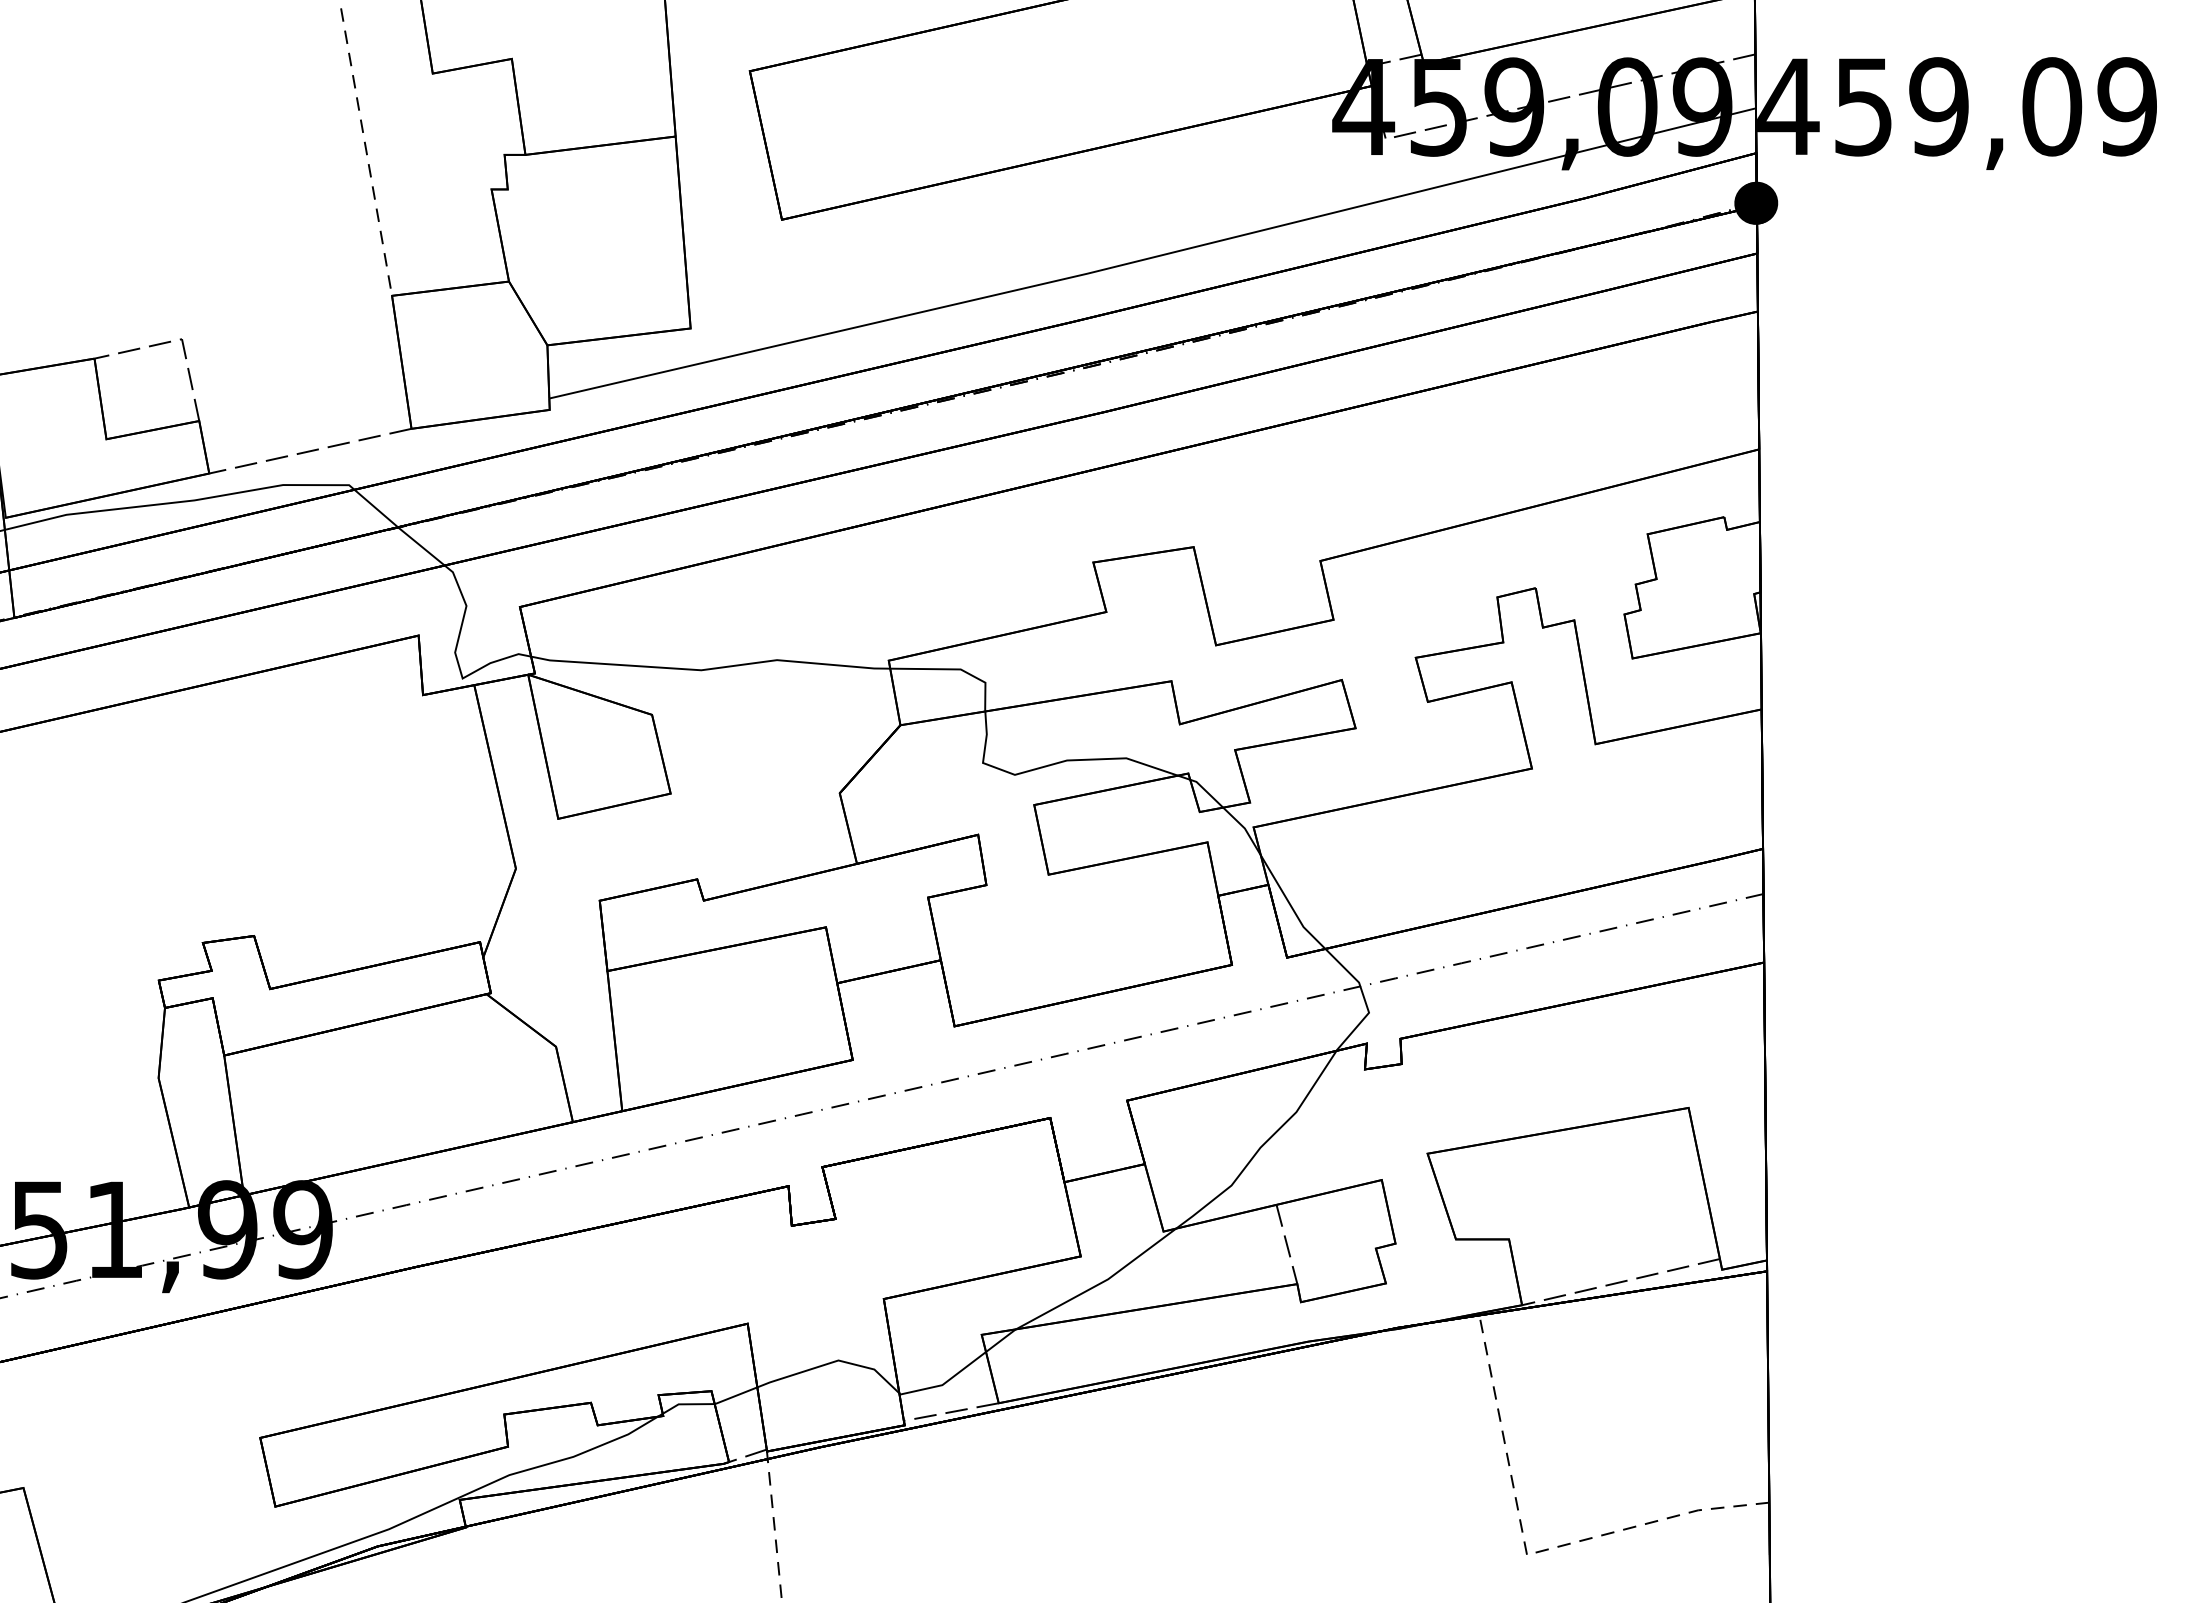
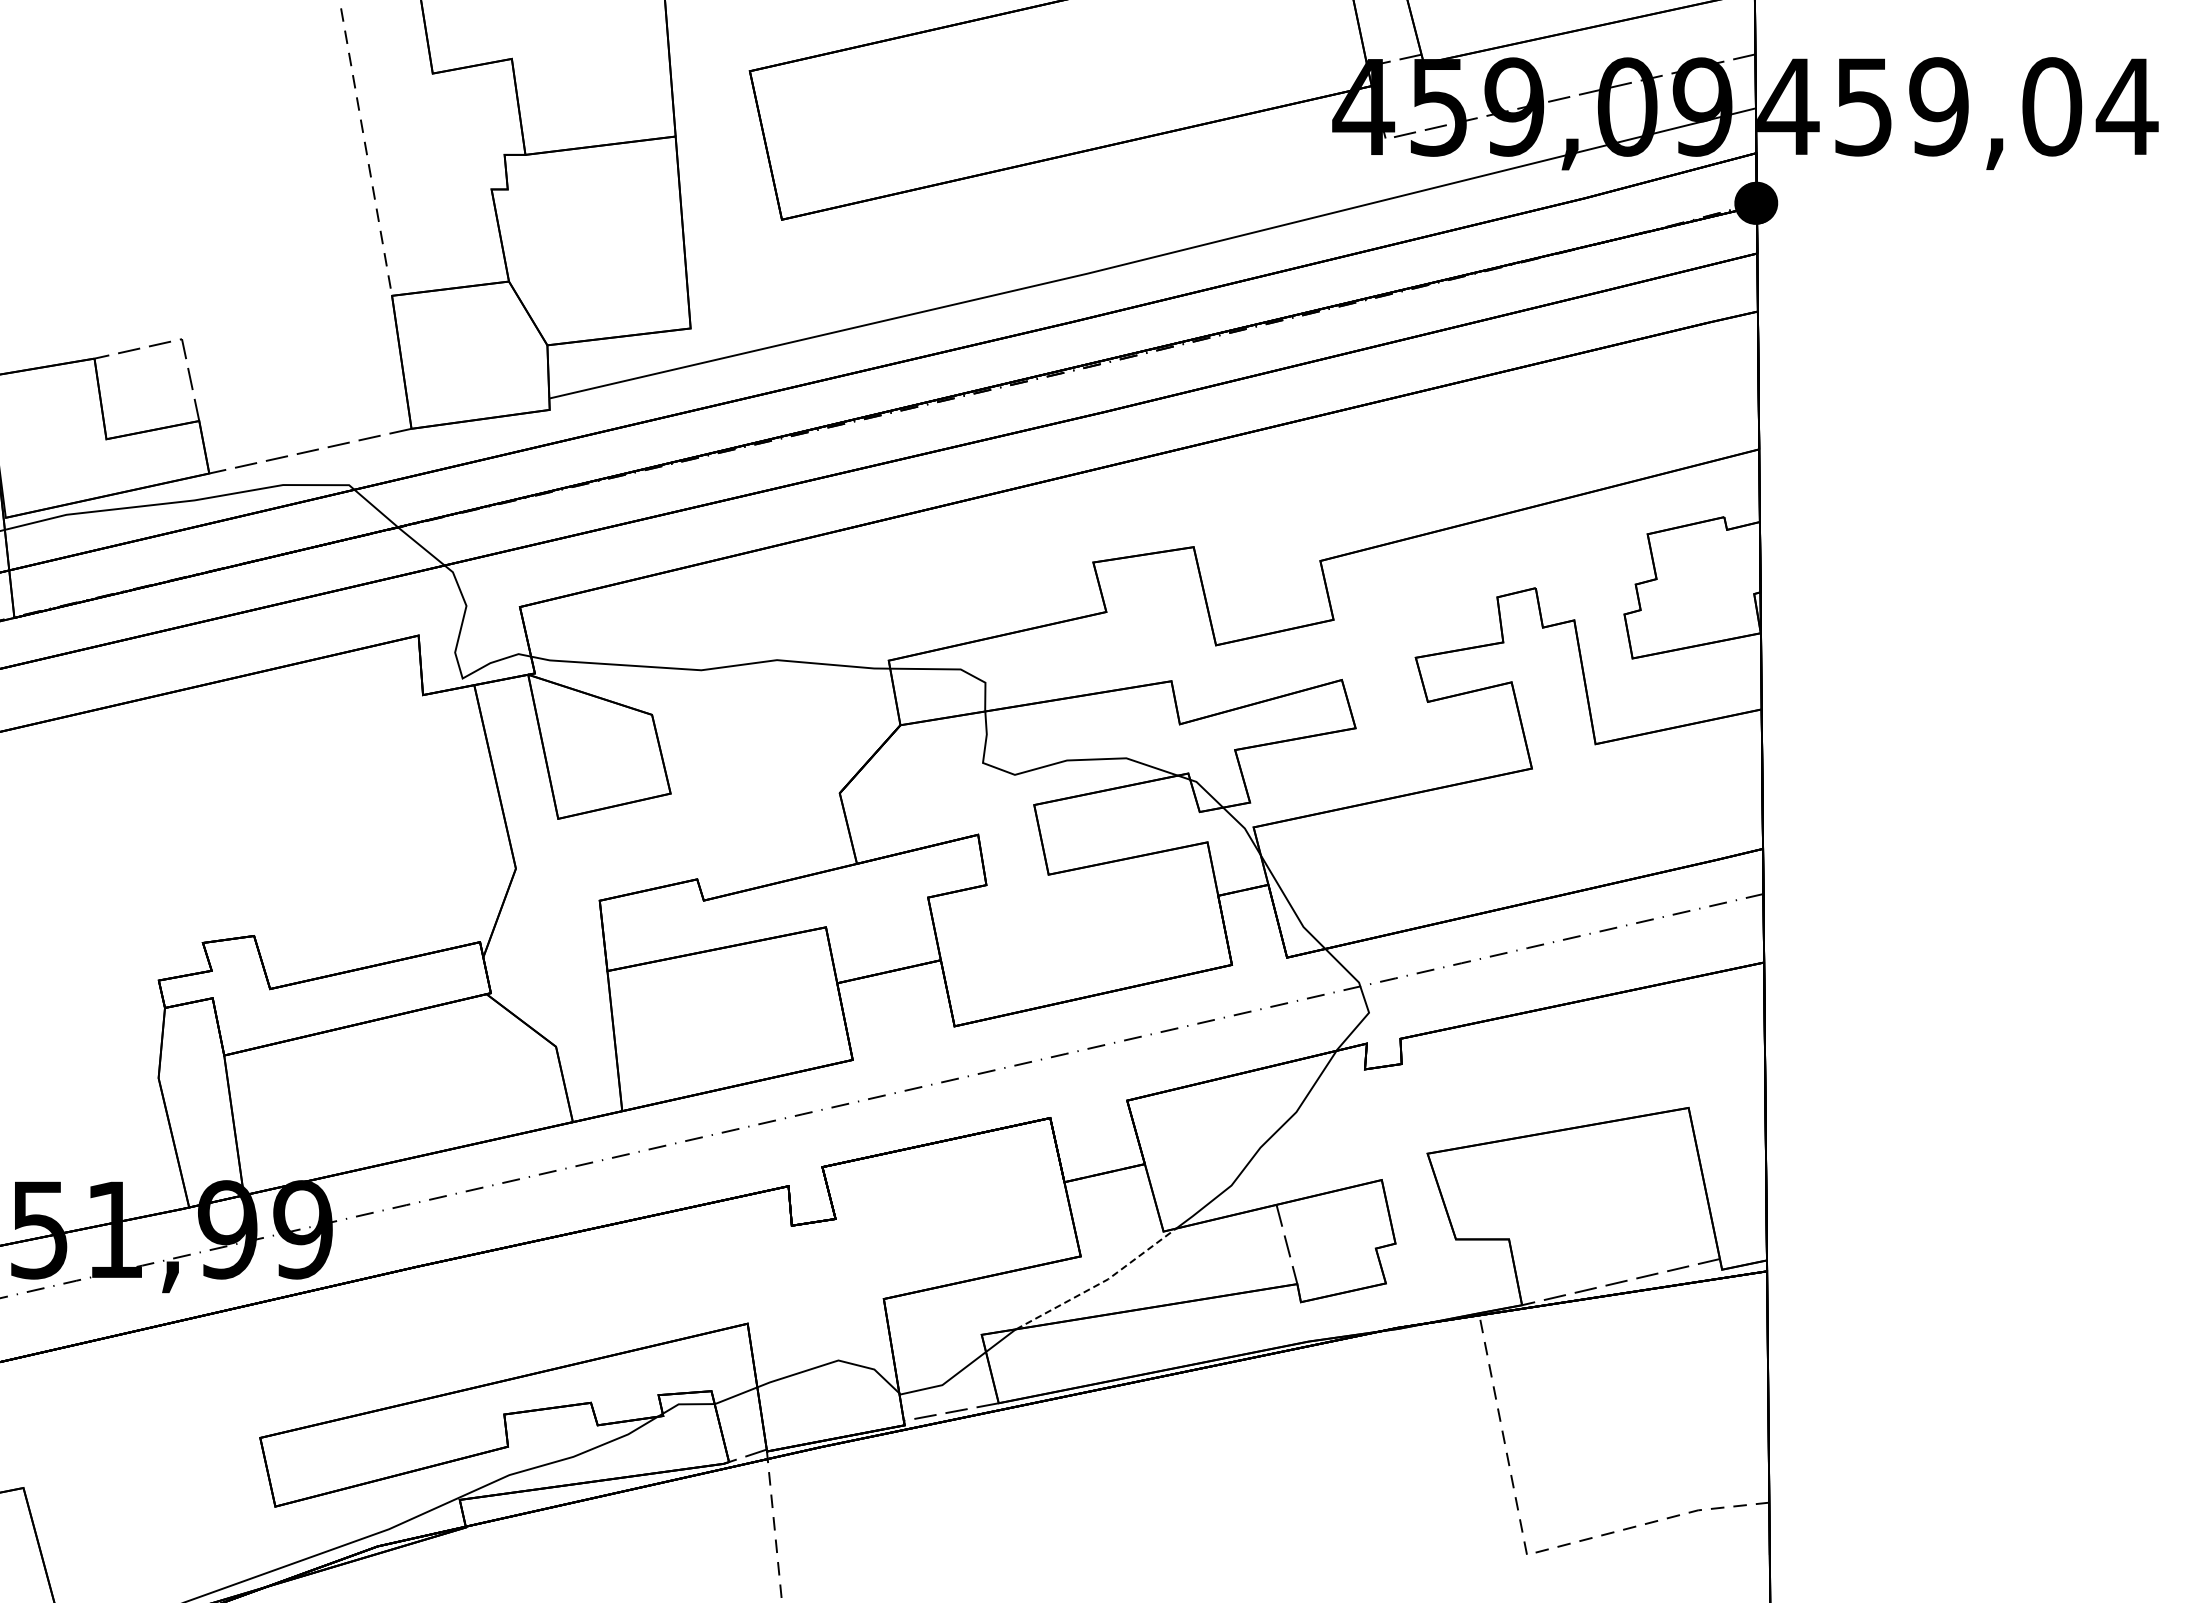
text at (2126, 106): 459,09 -> 459,04
line at (1100, 1283): solid -> dashed
